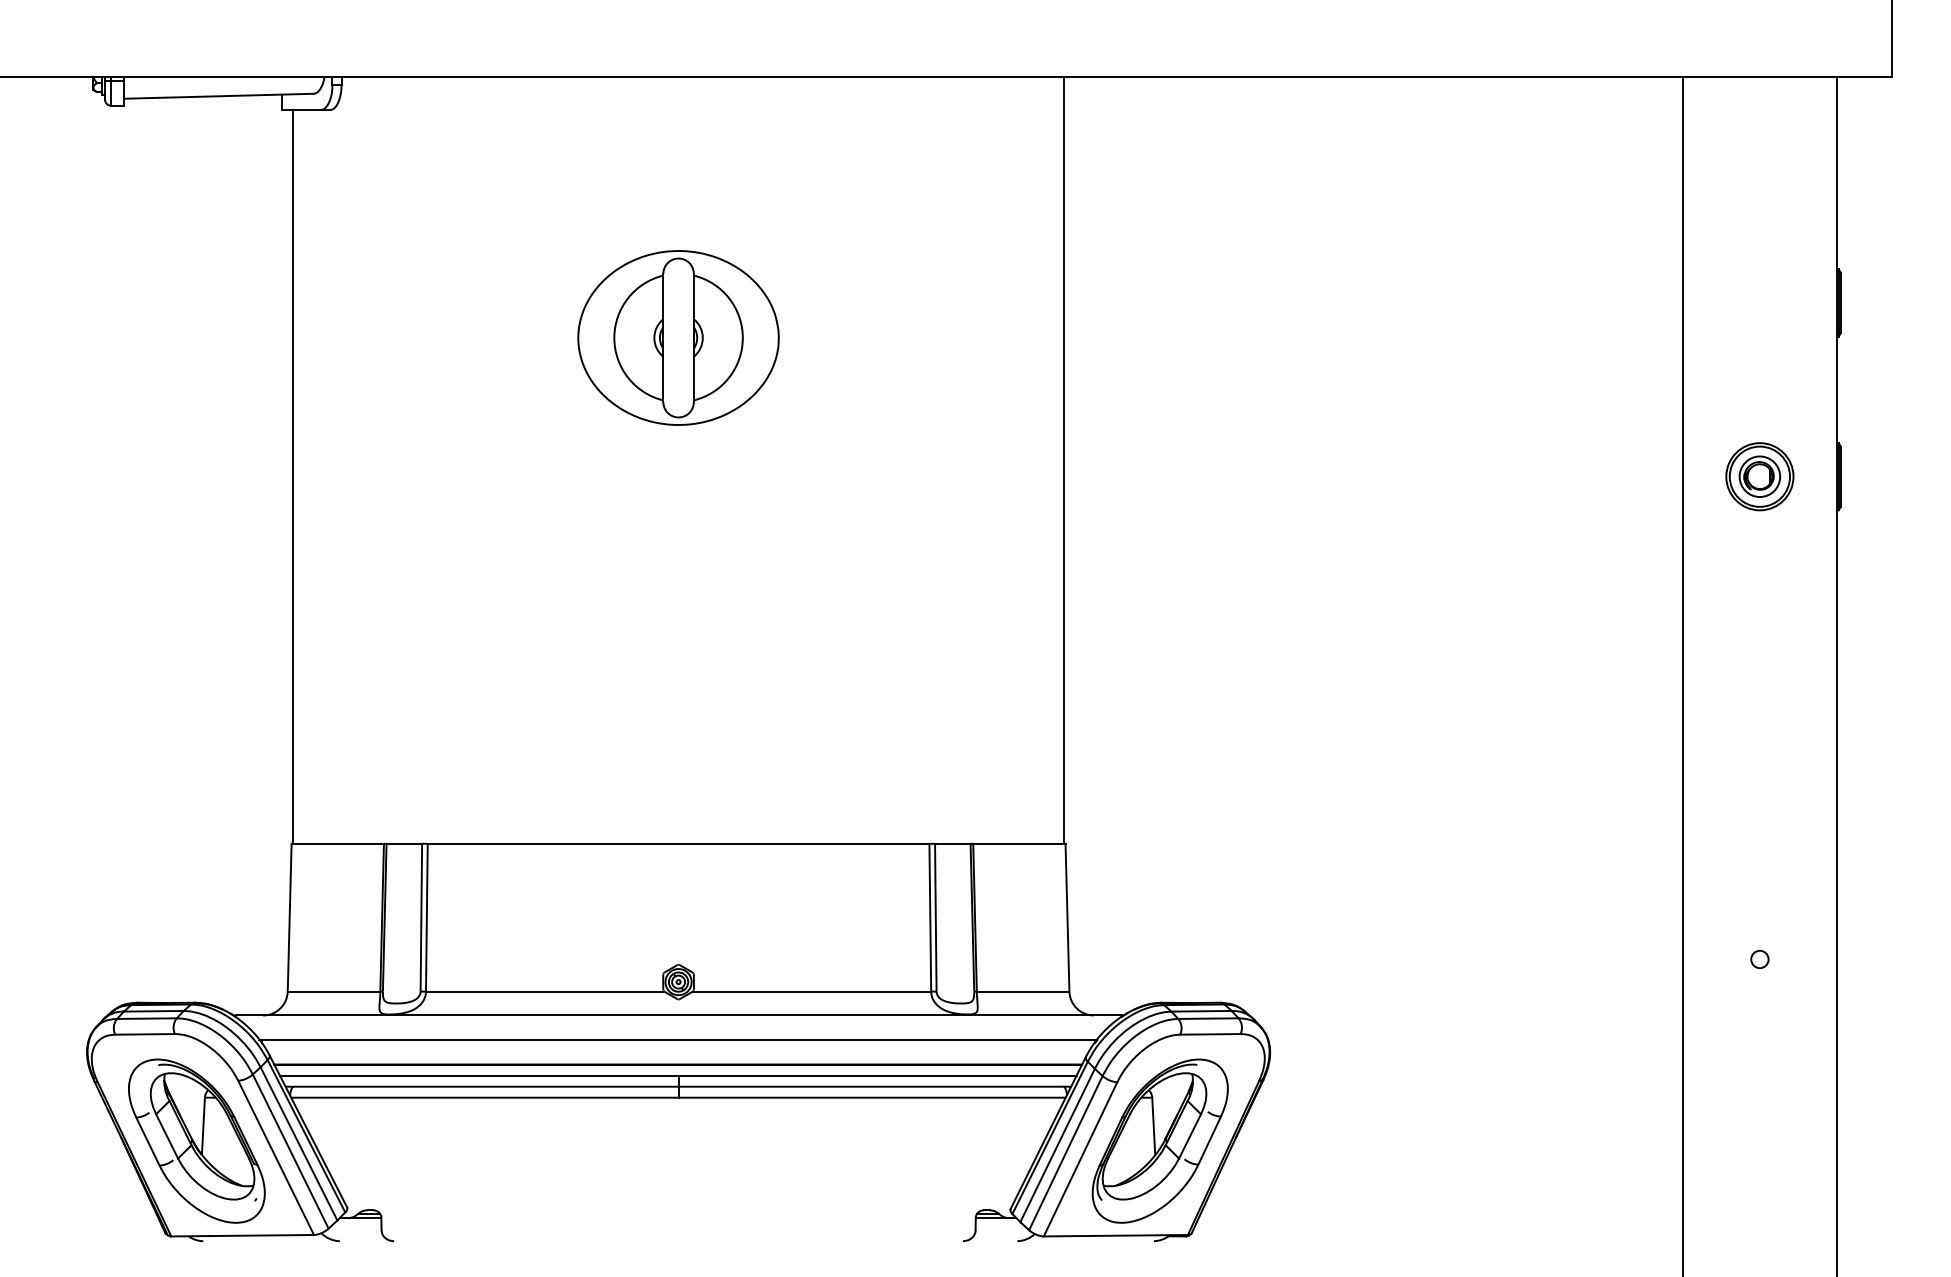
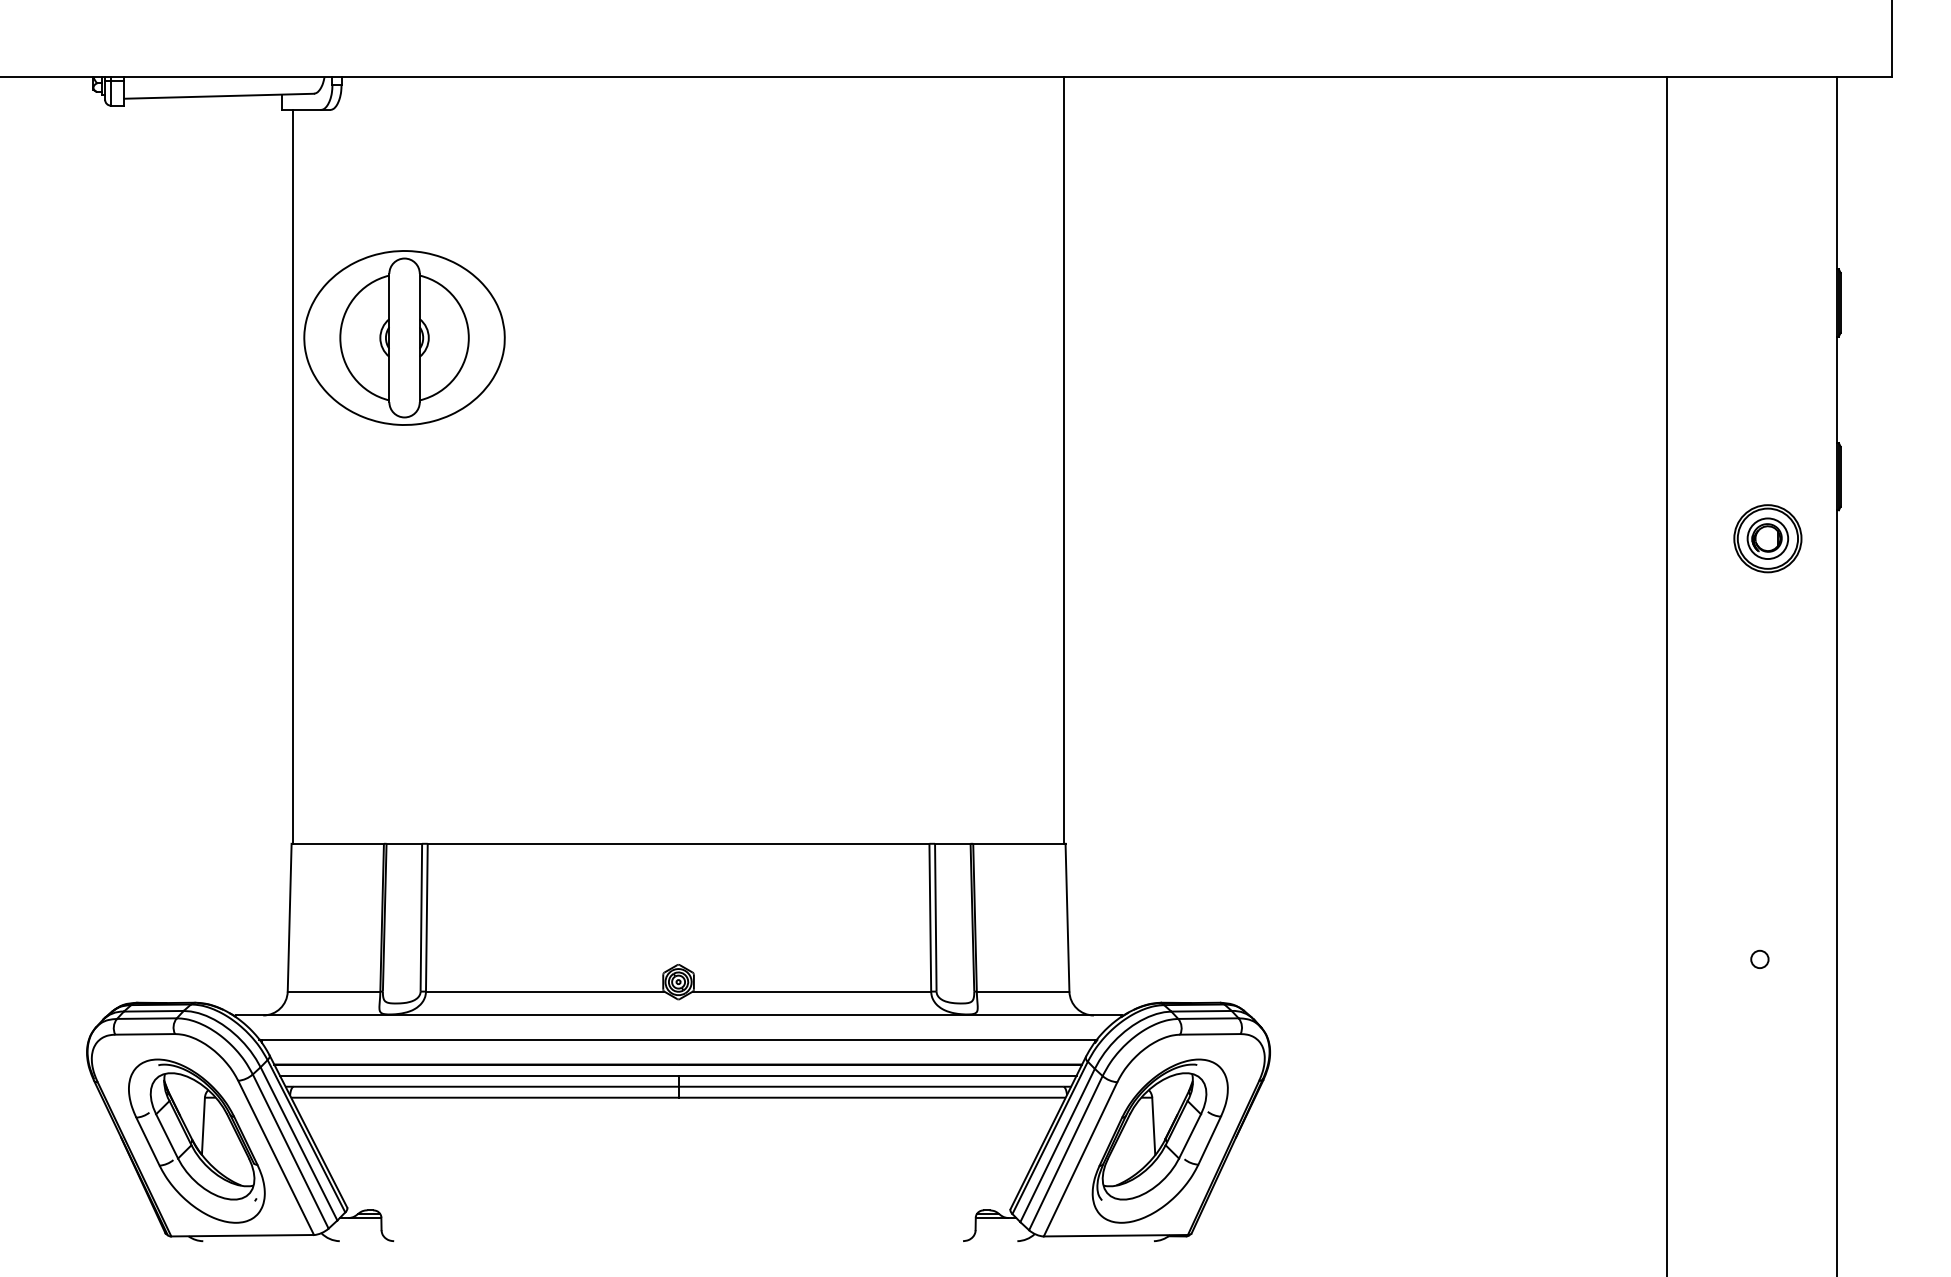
part at (678, 337) position: (678, 337) -> (404, 337)
part at (1759, 476) position: (1759, 476) -> (1767, 538)
line at (1682, 675) position: (1682, 675) -> (1666, 675)
